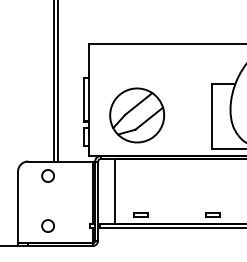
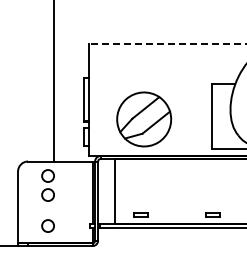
line at (167, 43): solid -> dashed
line at (58, 81): present -> none
part at (137, 115) position: (137, 115) -> (144, 119)
circle at (47, 194): none -> present
